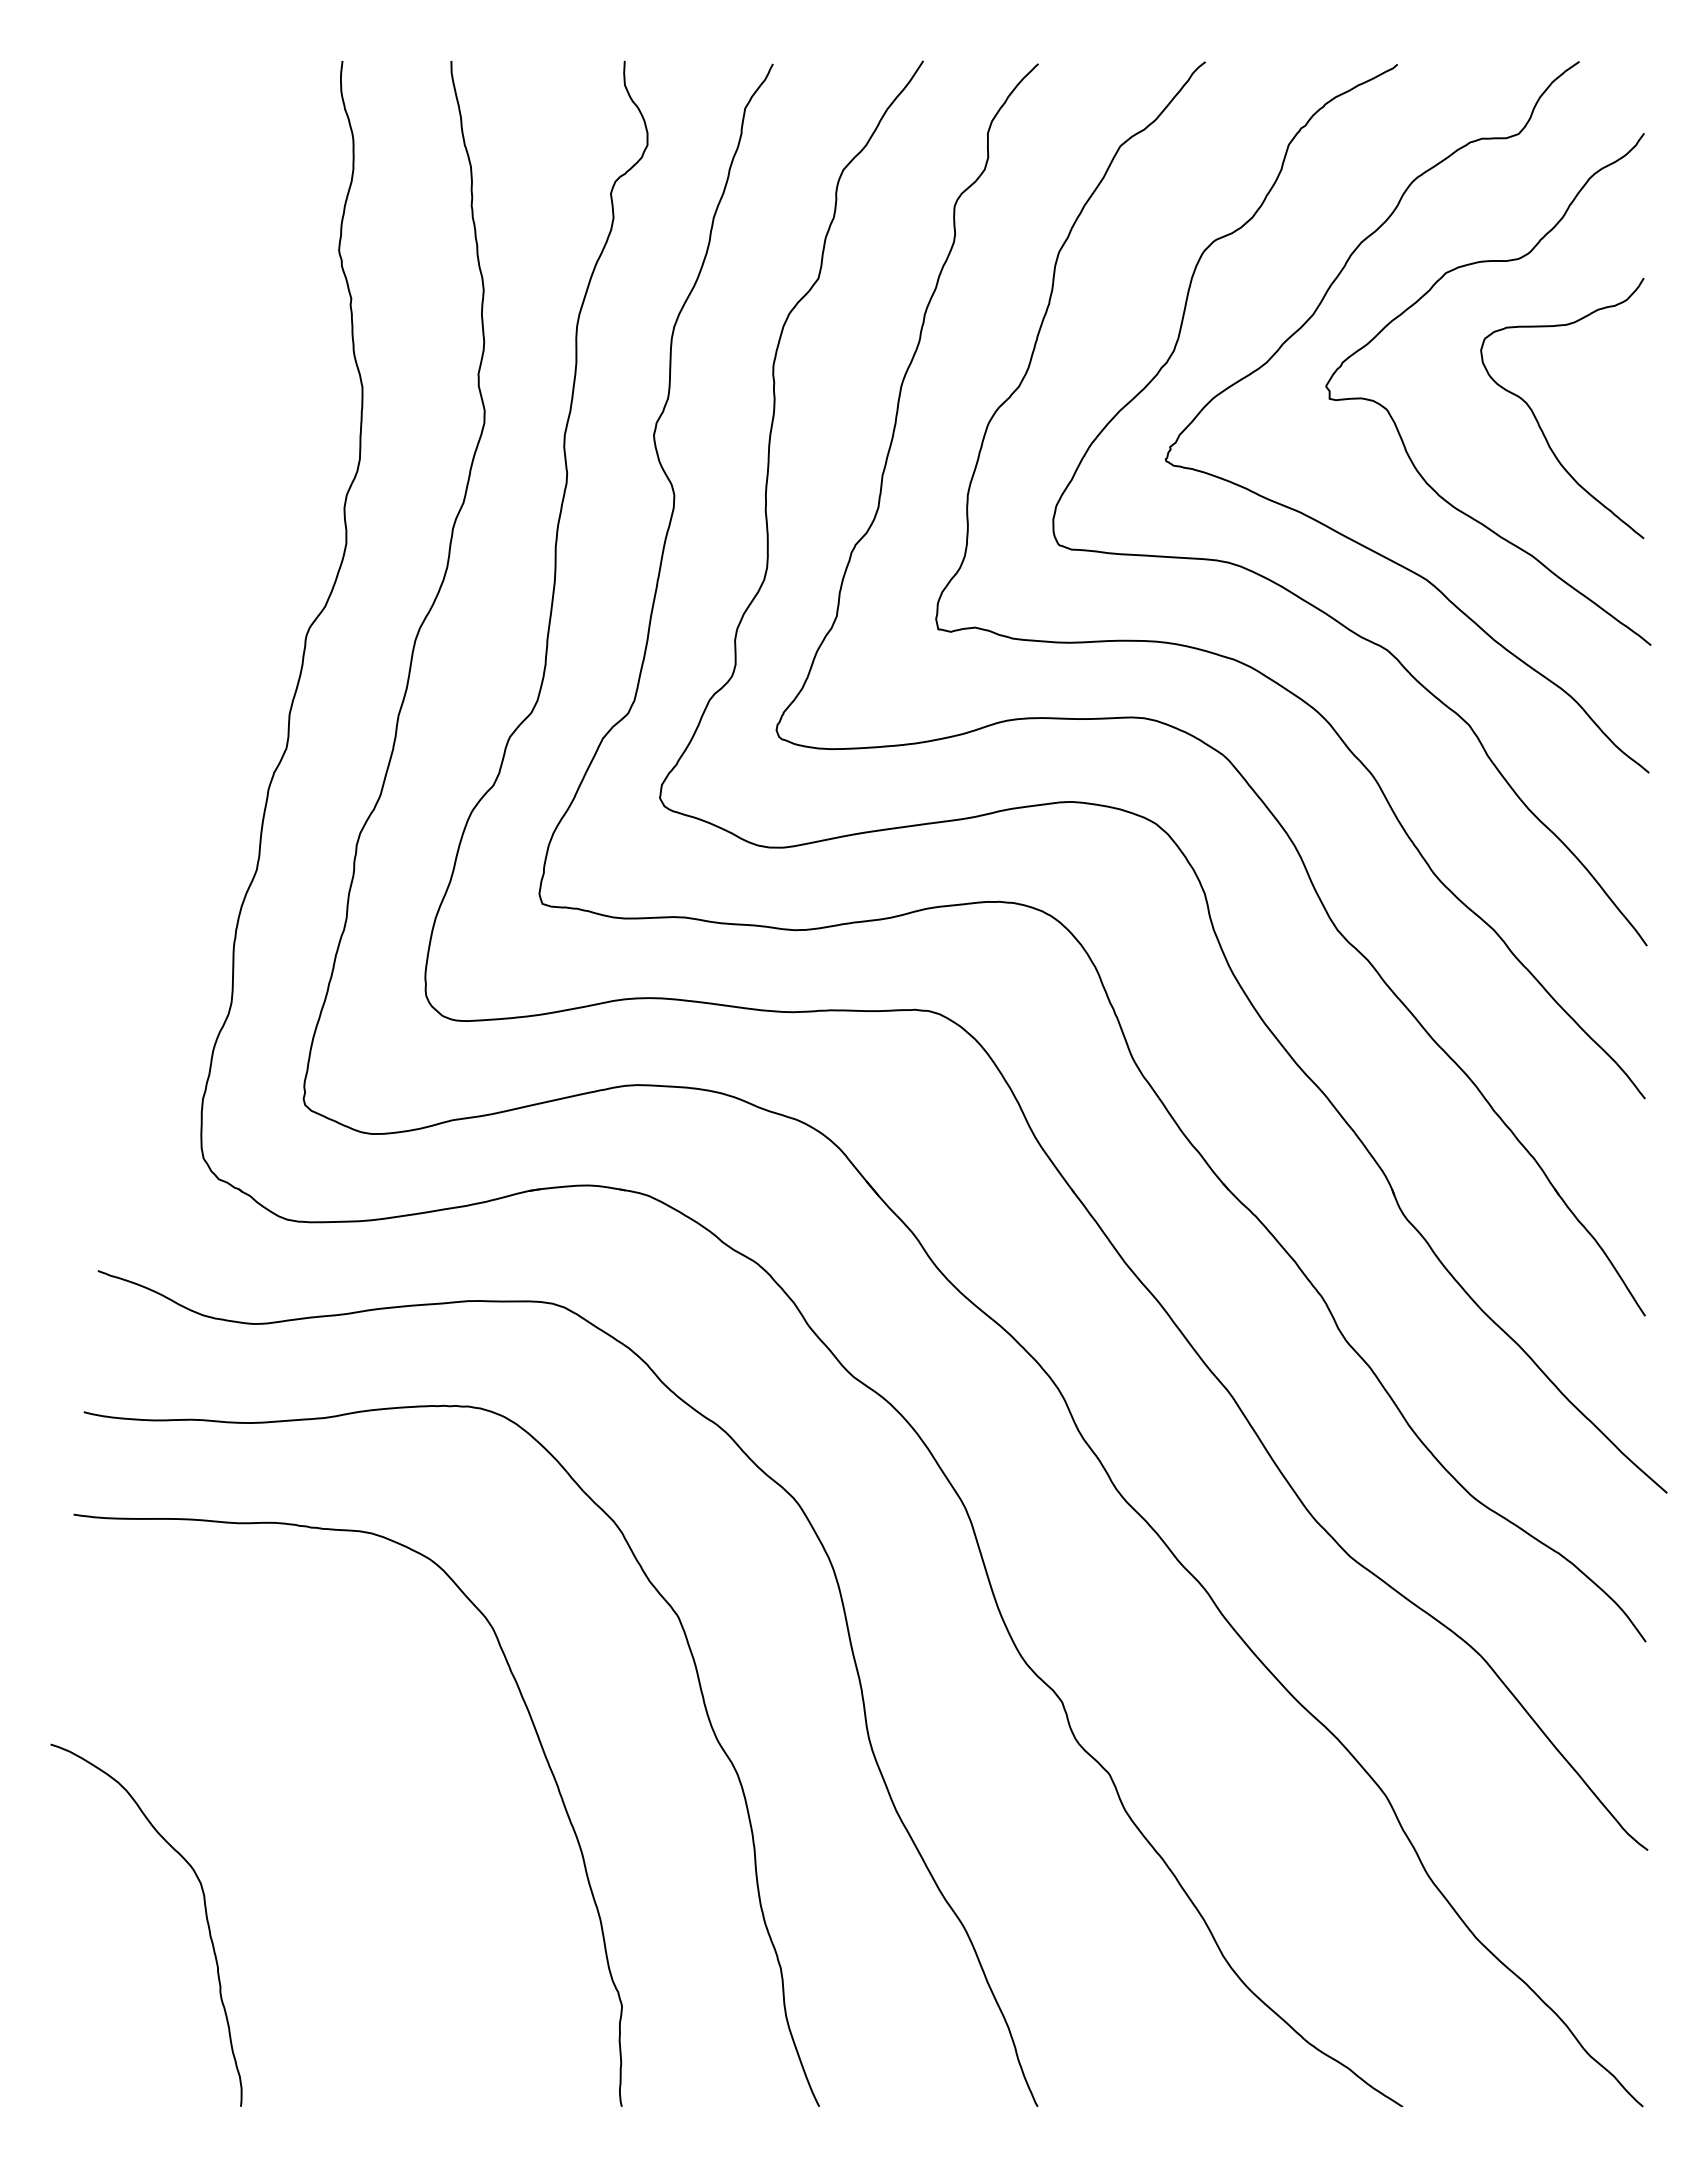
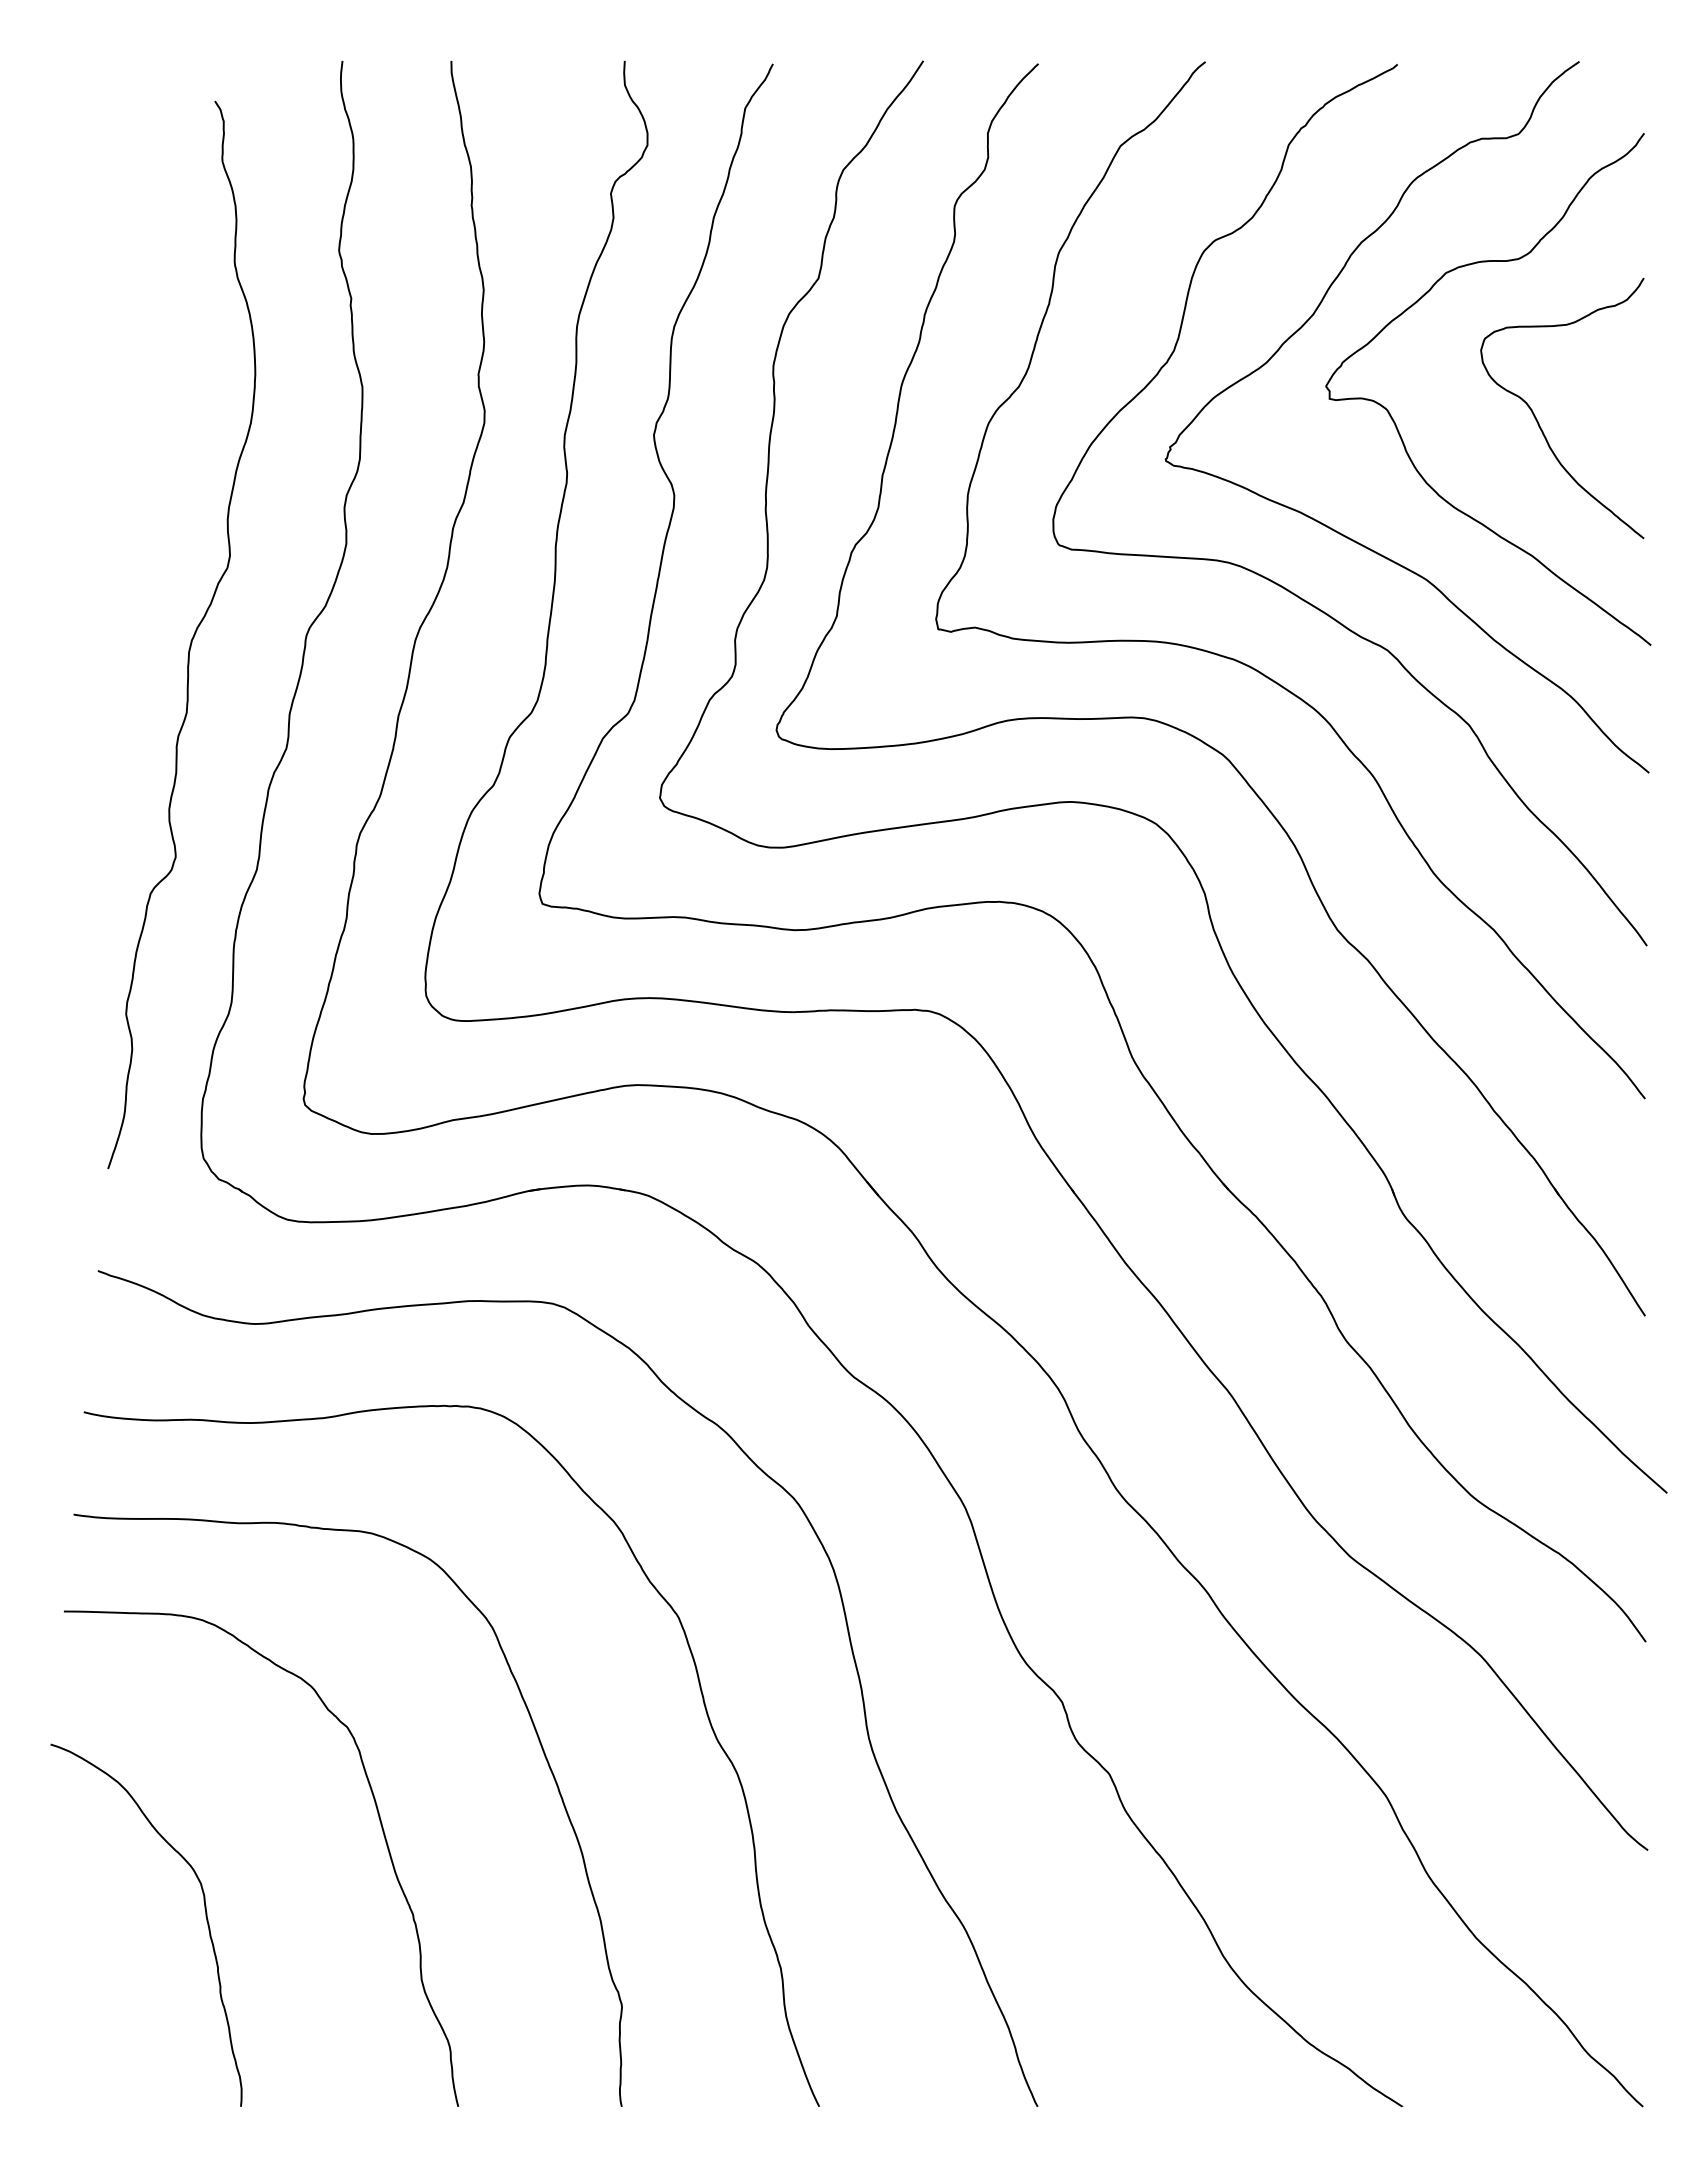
curve at (191, 638): none -> present
curve at (380, 1825): none -> present
